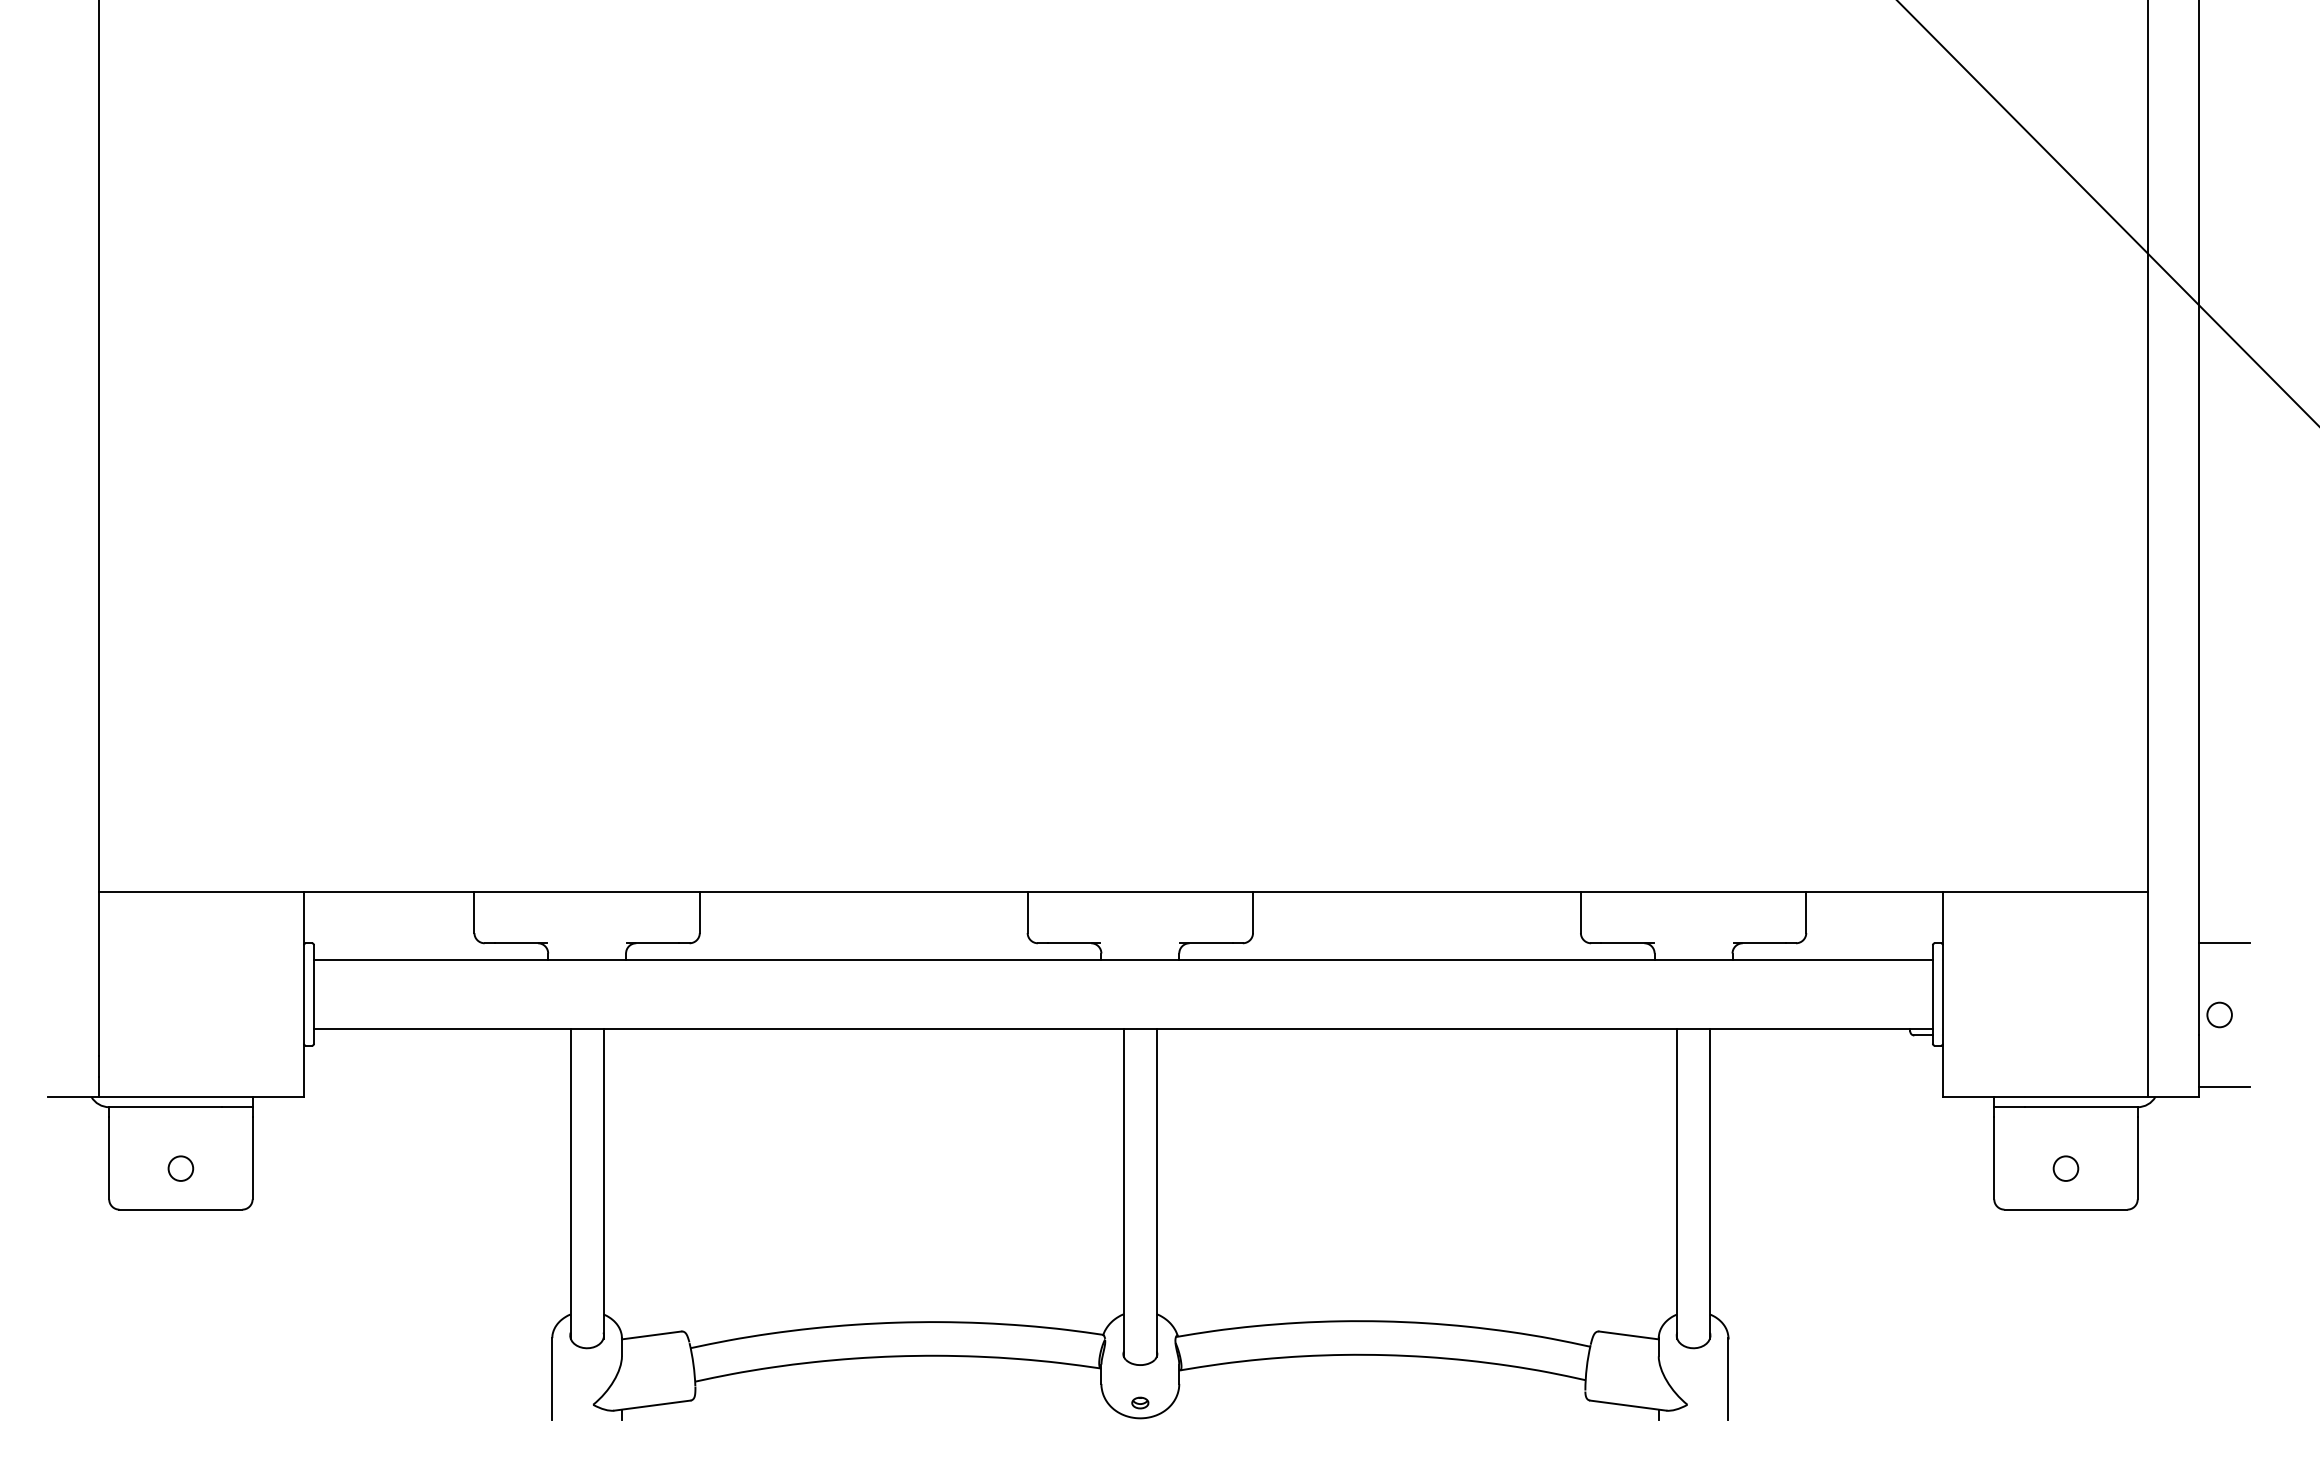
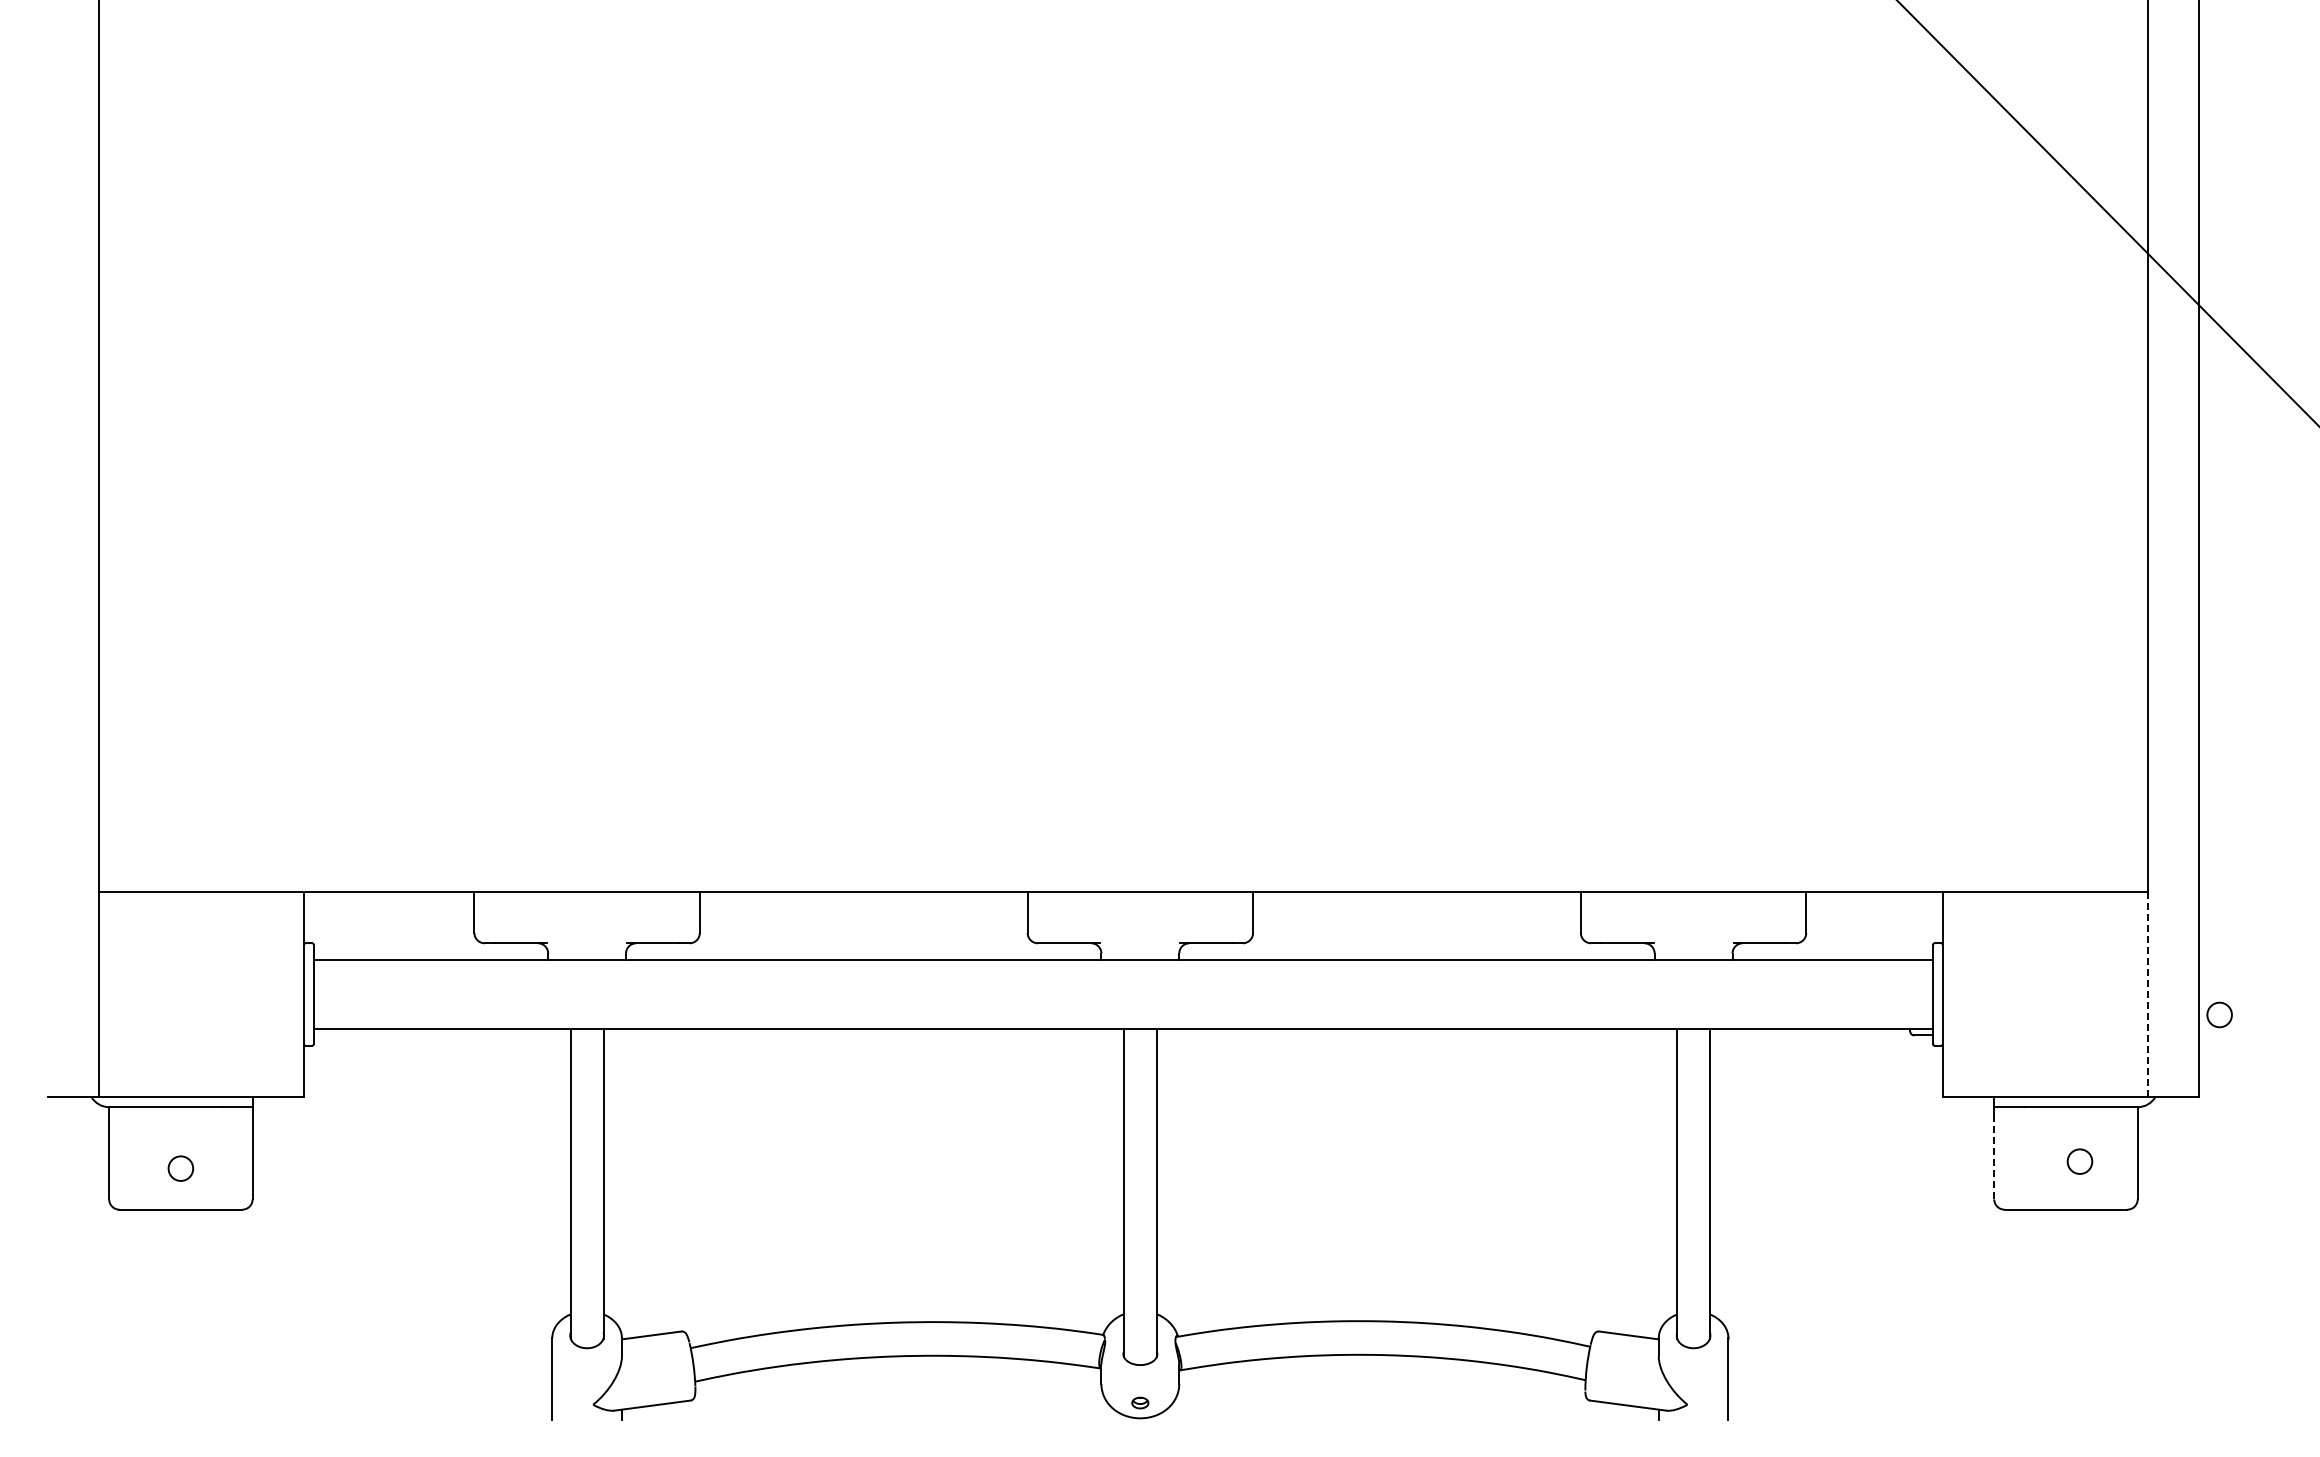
line at (2224, 943): present -> none
line at (2147, 994): solid -> dashed
line at (2224, 1086): present -> none
line at (1994, 1158): solid -> dashed
circle at (2065, 1168) position: (2065, 1168) -> (2079, 1161)
